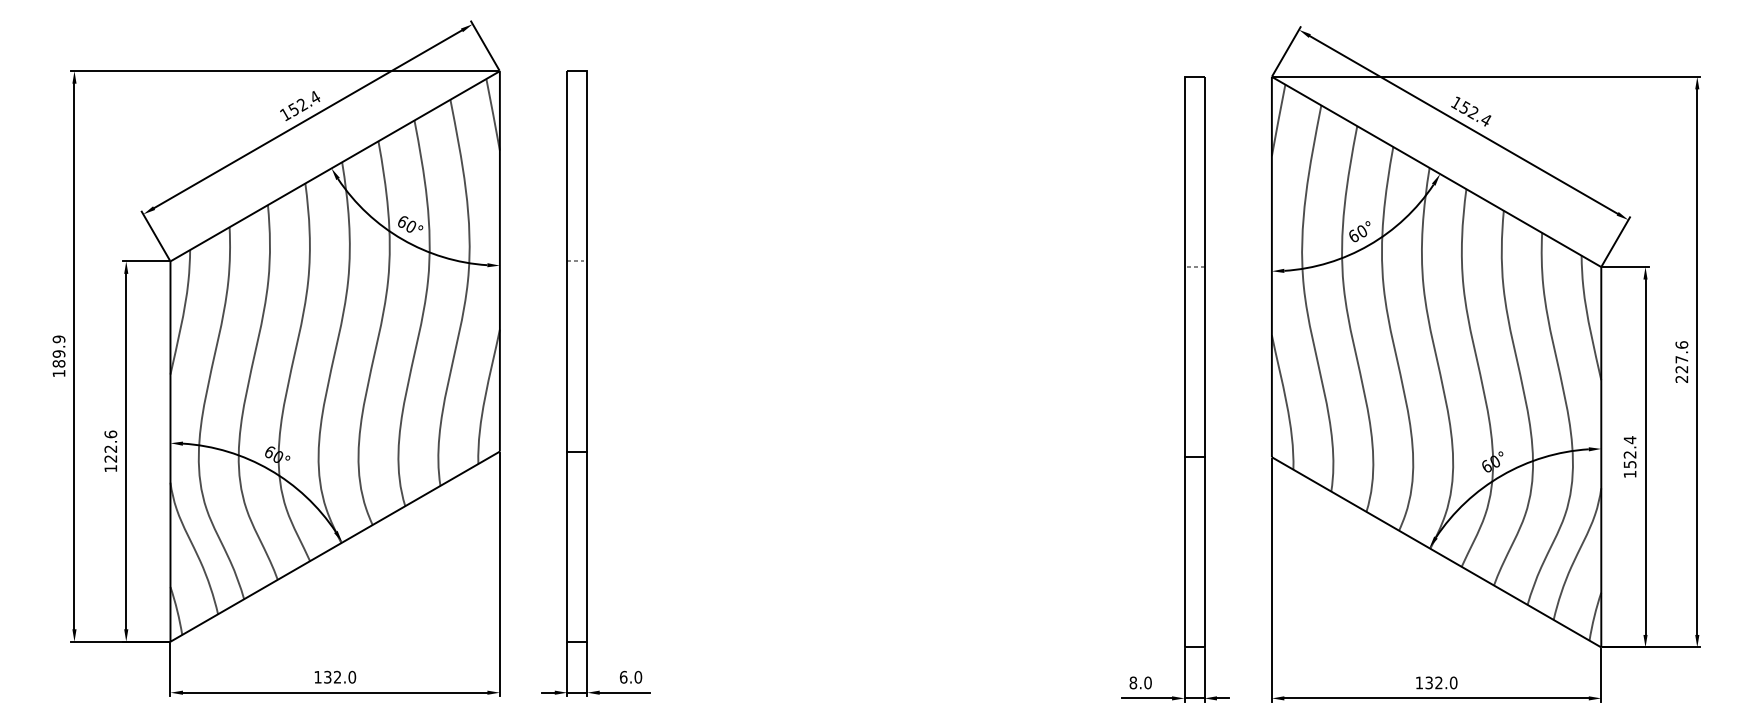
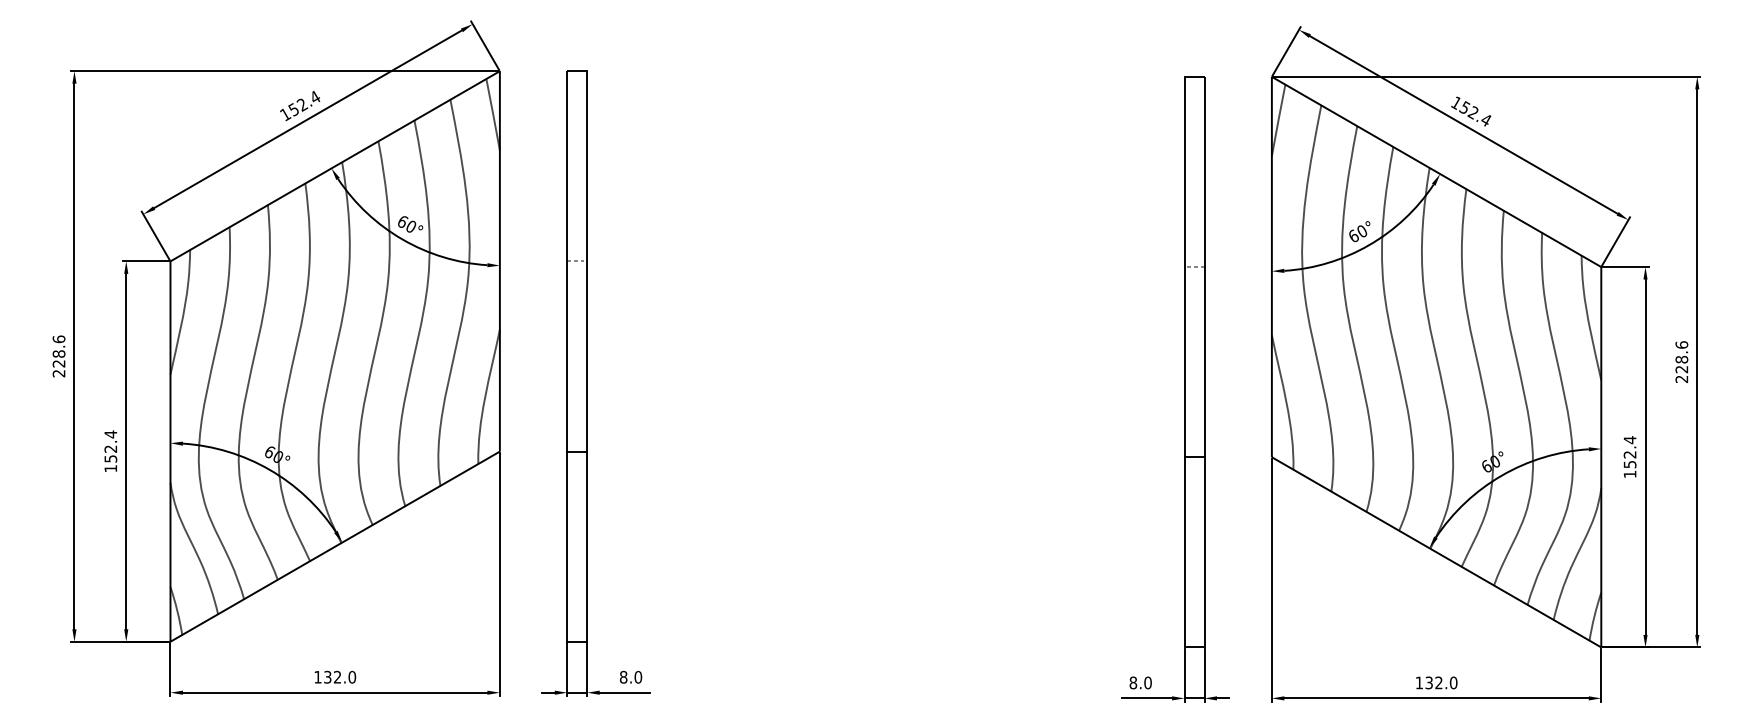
text at (58, 356): 189.9 -> 228.6
text at (1681, 359): 227.6 -> 228.6
text at (110, 446): 122.6 -> 152.4
text at (623, 676): 6.0 -> 8.0
